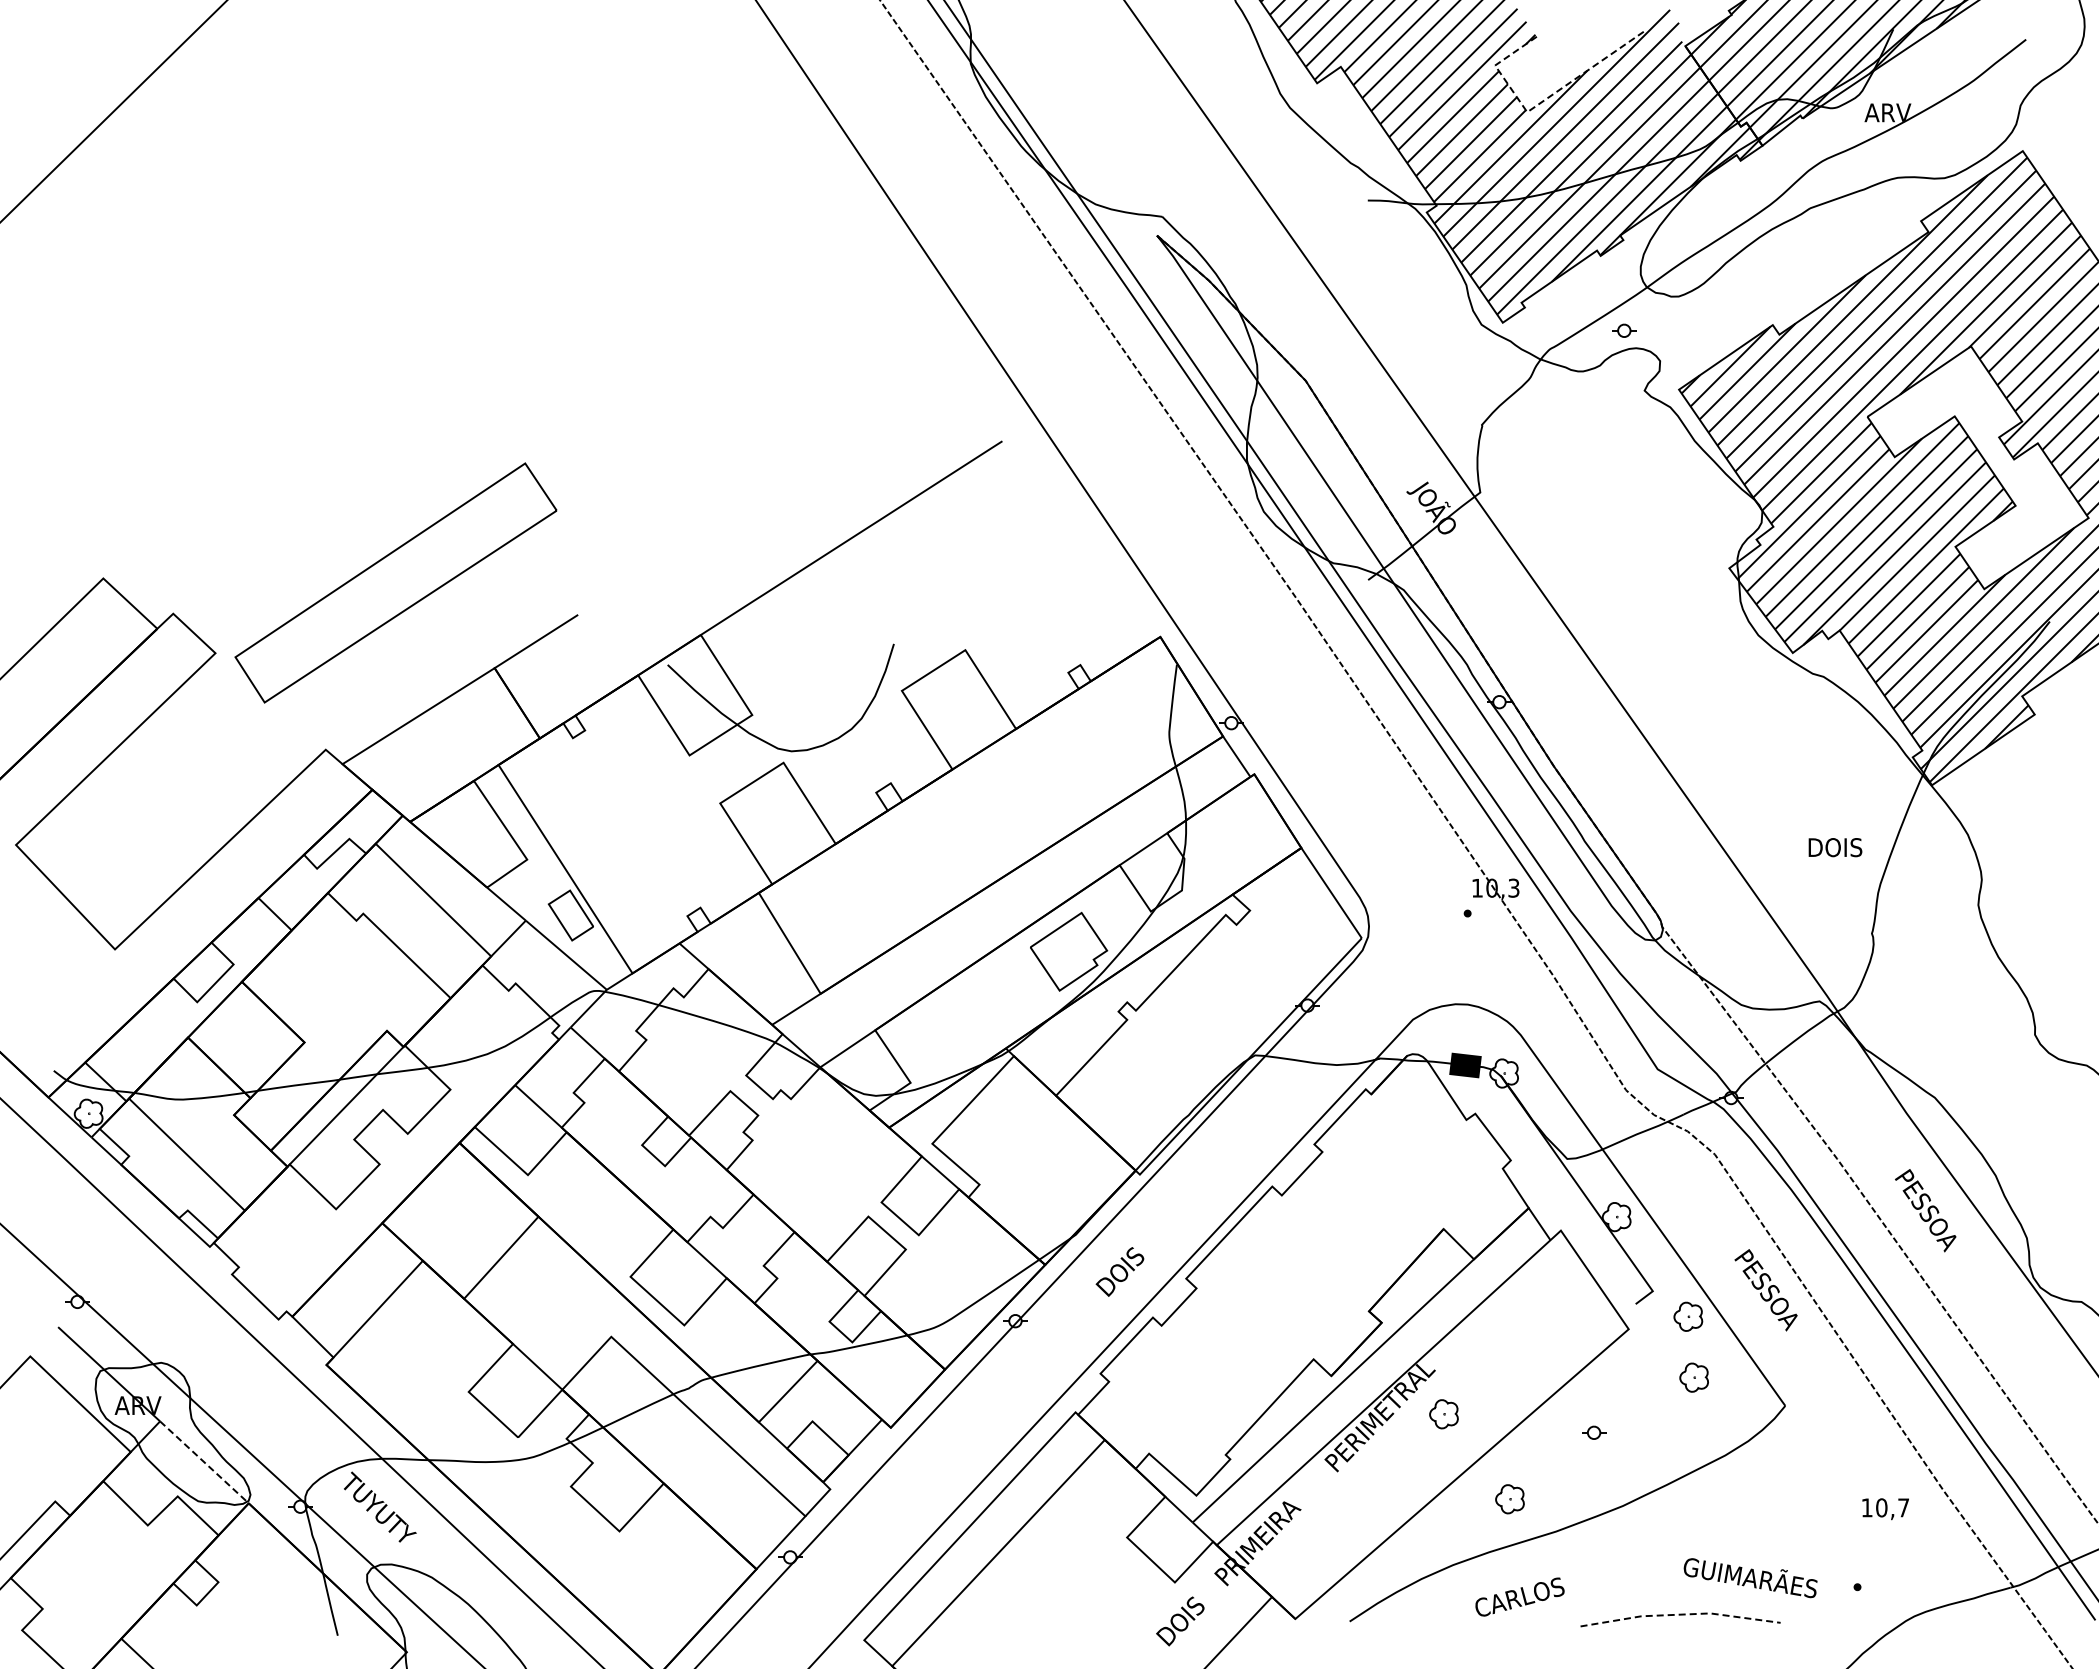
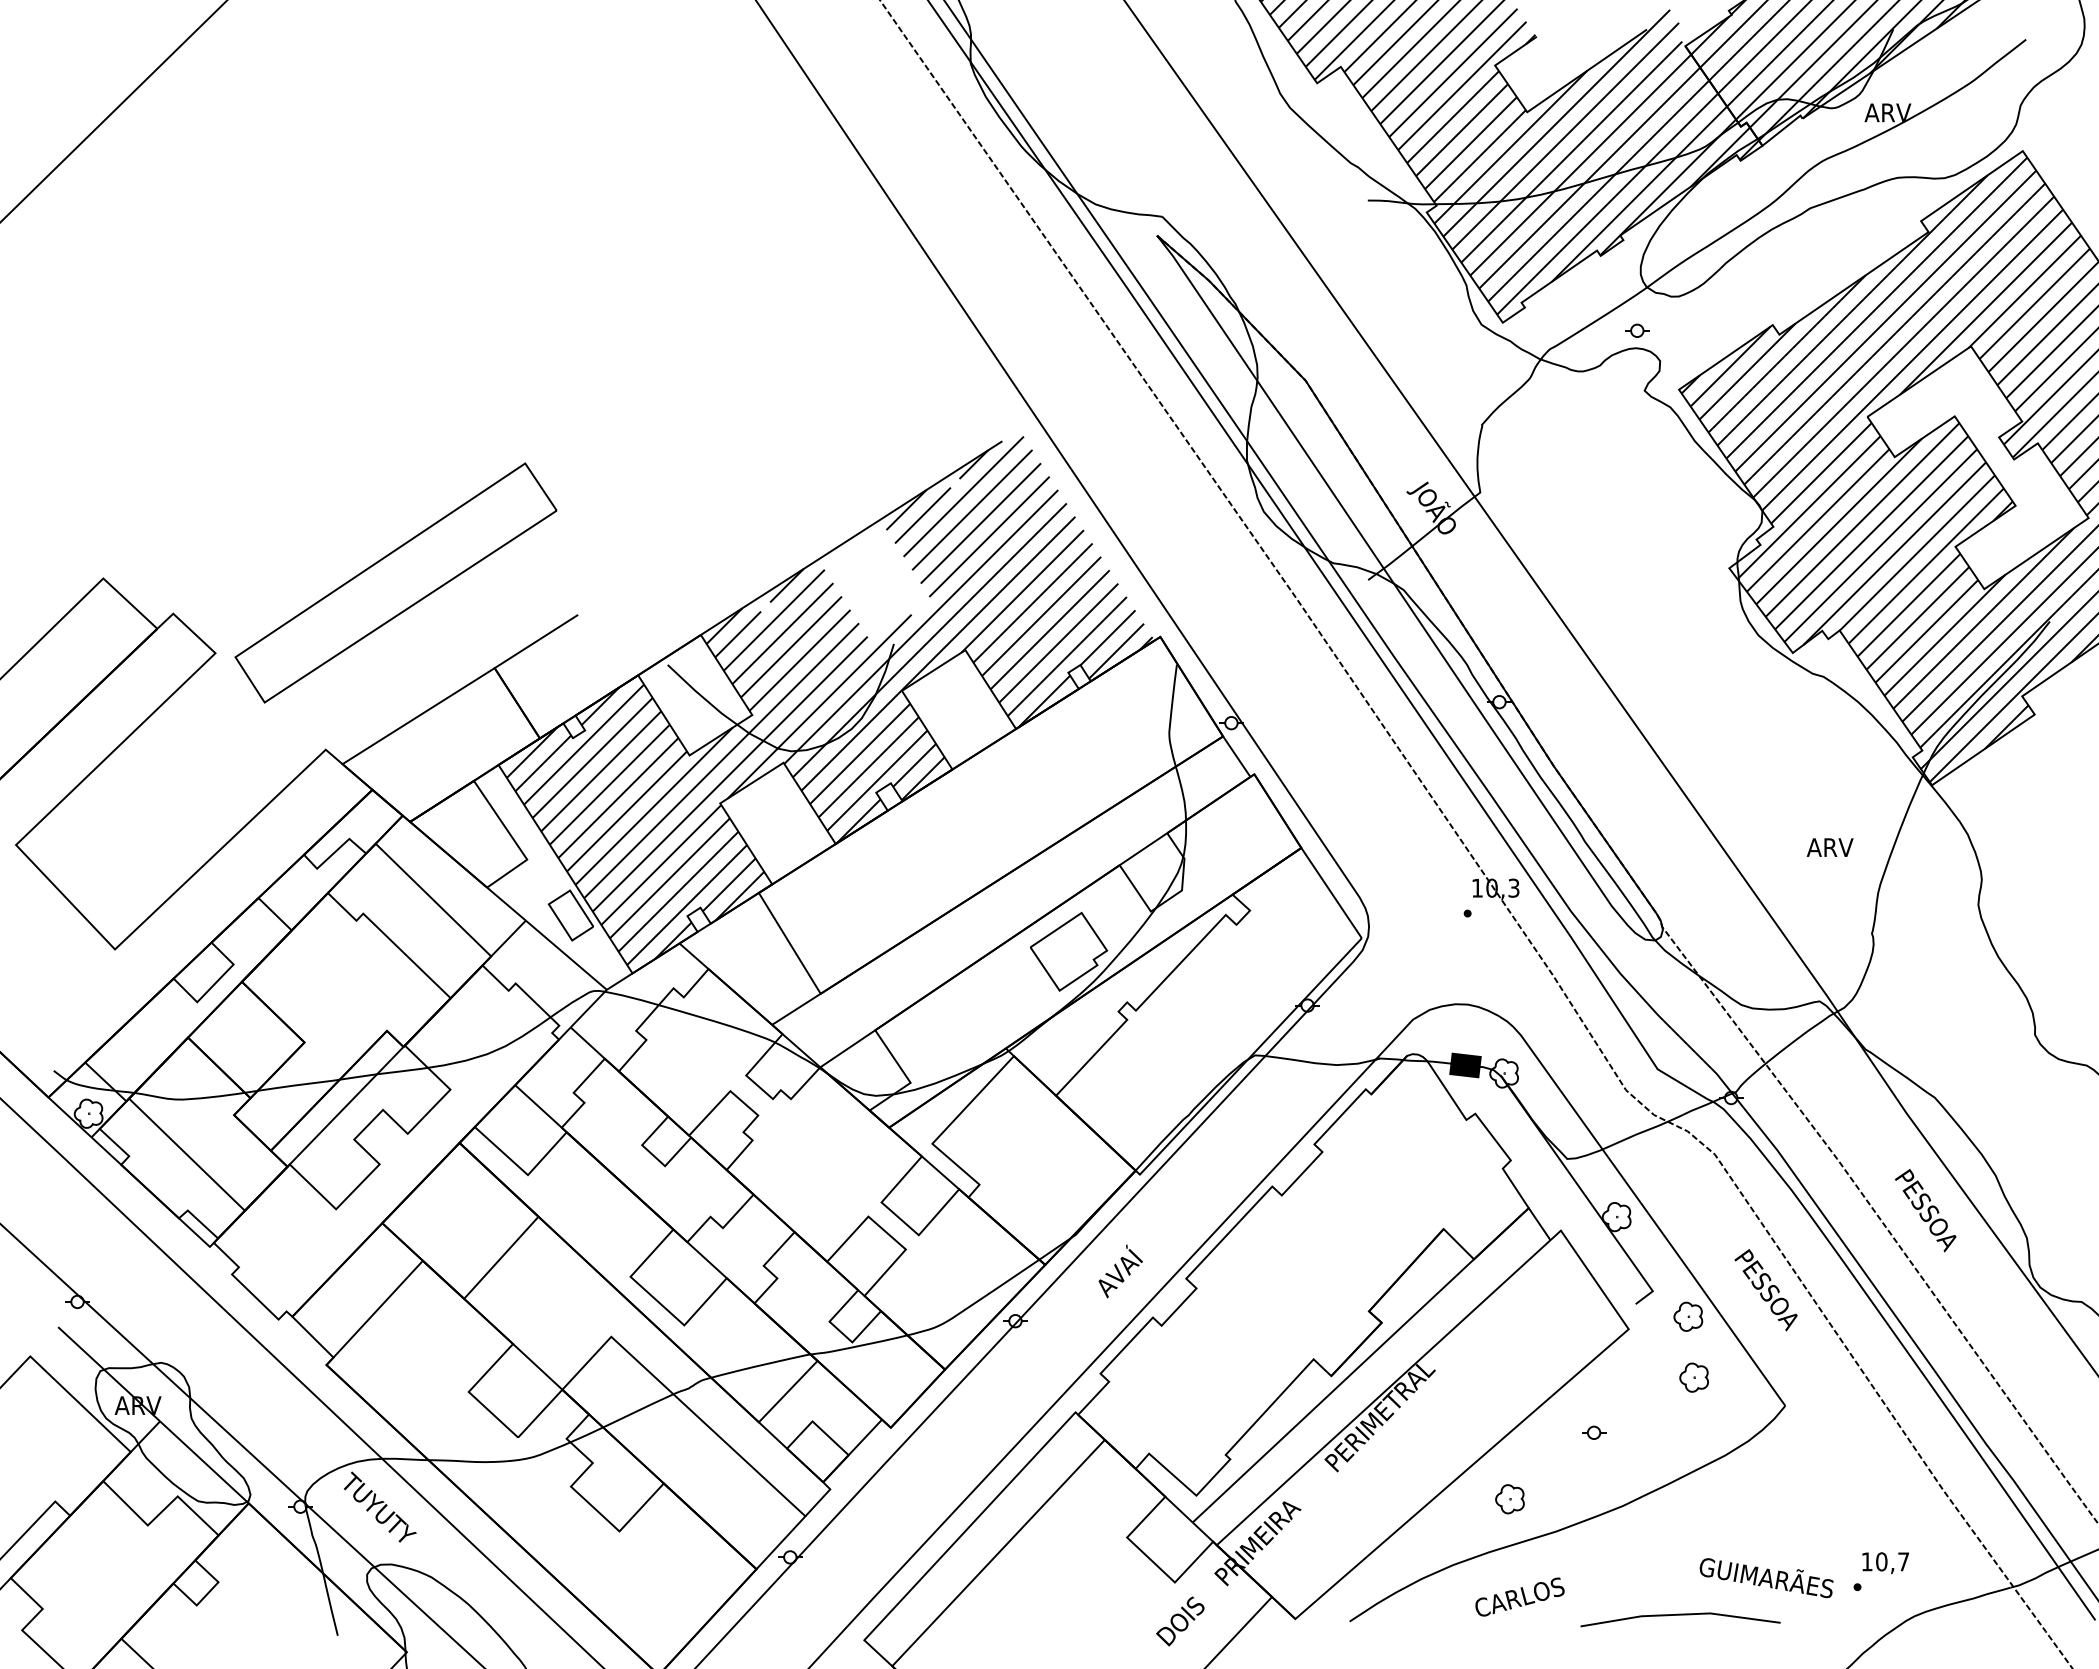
line at (1542, 102): dashed -> solid
part at (1624, 330) position: (1624, 330) -> (1637, 330)
hatch at (829, 700): none -> present
text at (1834, 847): DOIS -> ARV
text at (1119, 1271): DOIS -> AVAÍ
part at (1443, 1414): present -> none
line at (204, 1462): dashed -> solid
text at (1885, 1509) position: (1885, 1509) -> (1885, 1563)
text at (1750, 1578) position: (1750, 1578) -> (1766, 1578)
line at (1680, 1614): dashed -> solid
